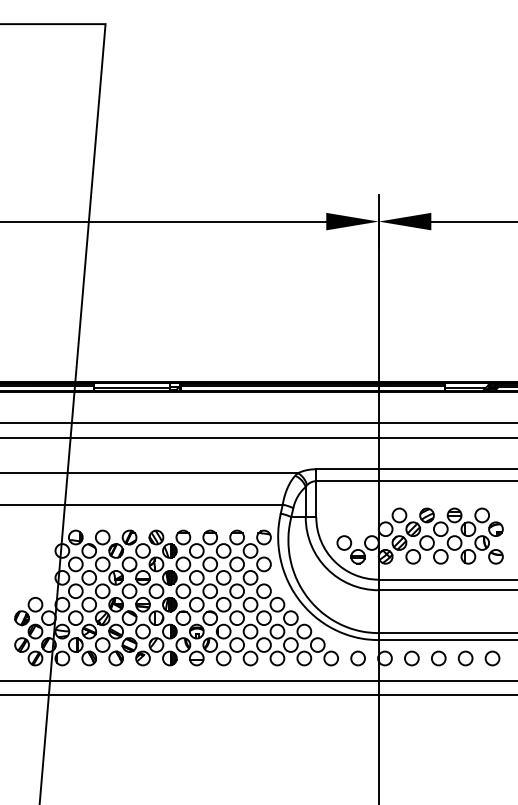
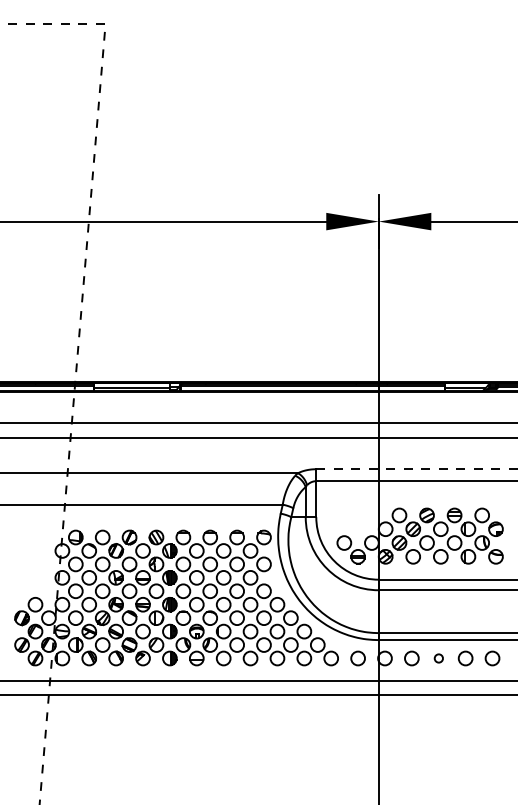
line at (77, 361): solid -> dashed
line at (417, 469): solid -> dashed
circle at (438, 658) size: 16x17 px -> 11x11 px
